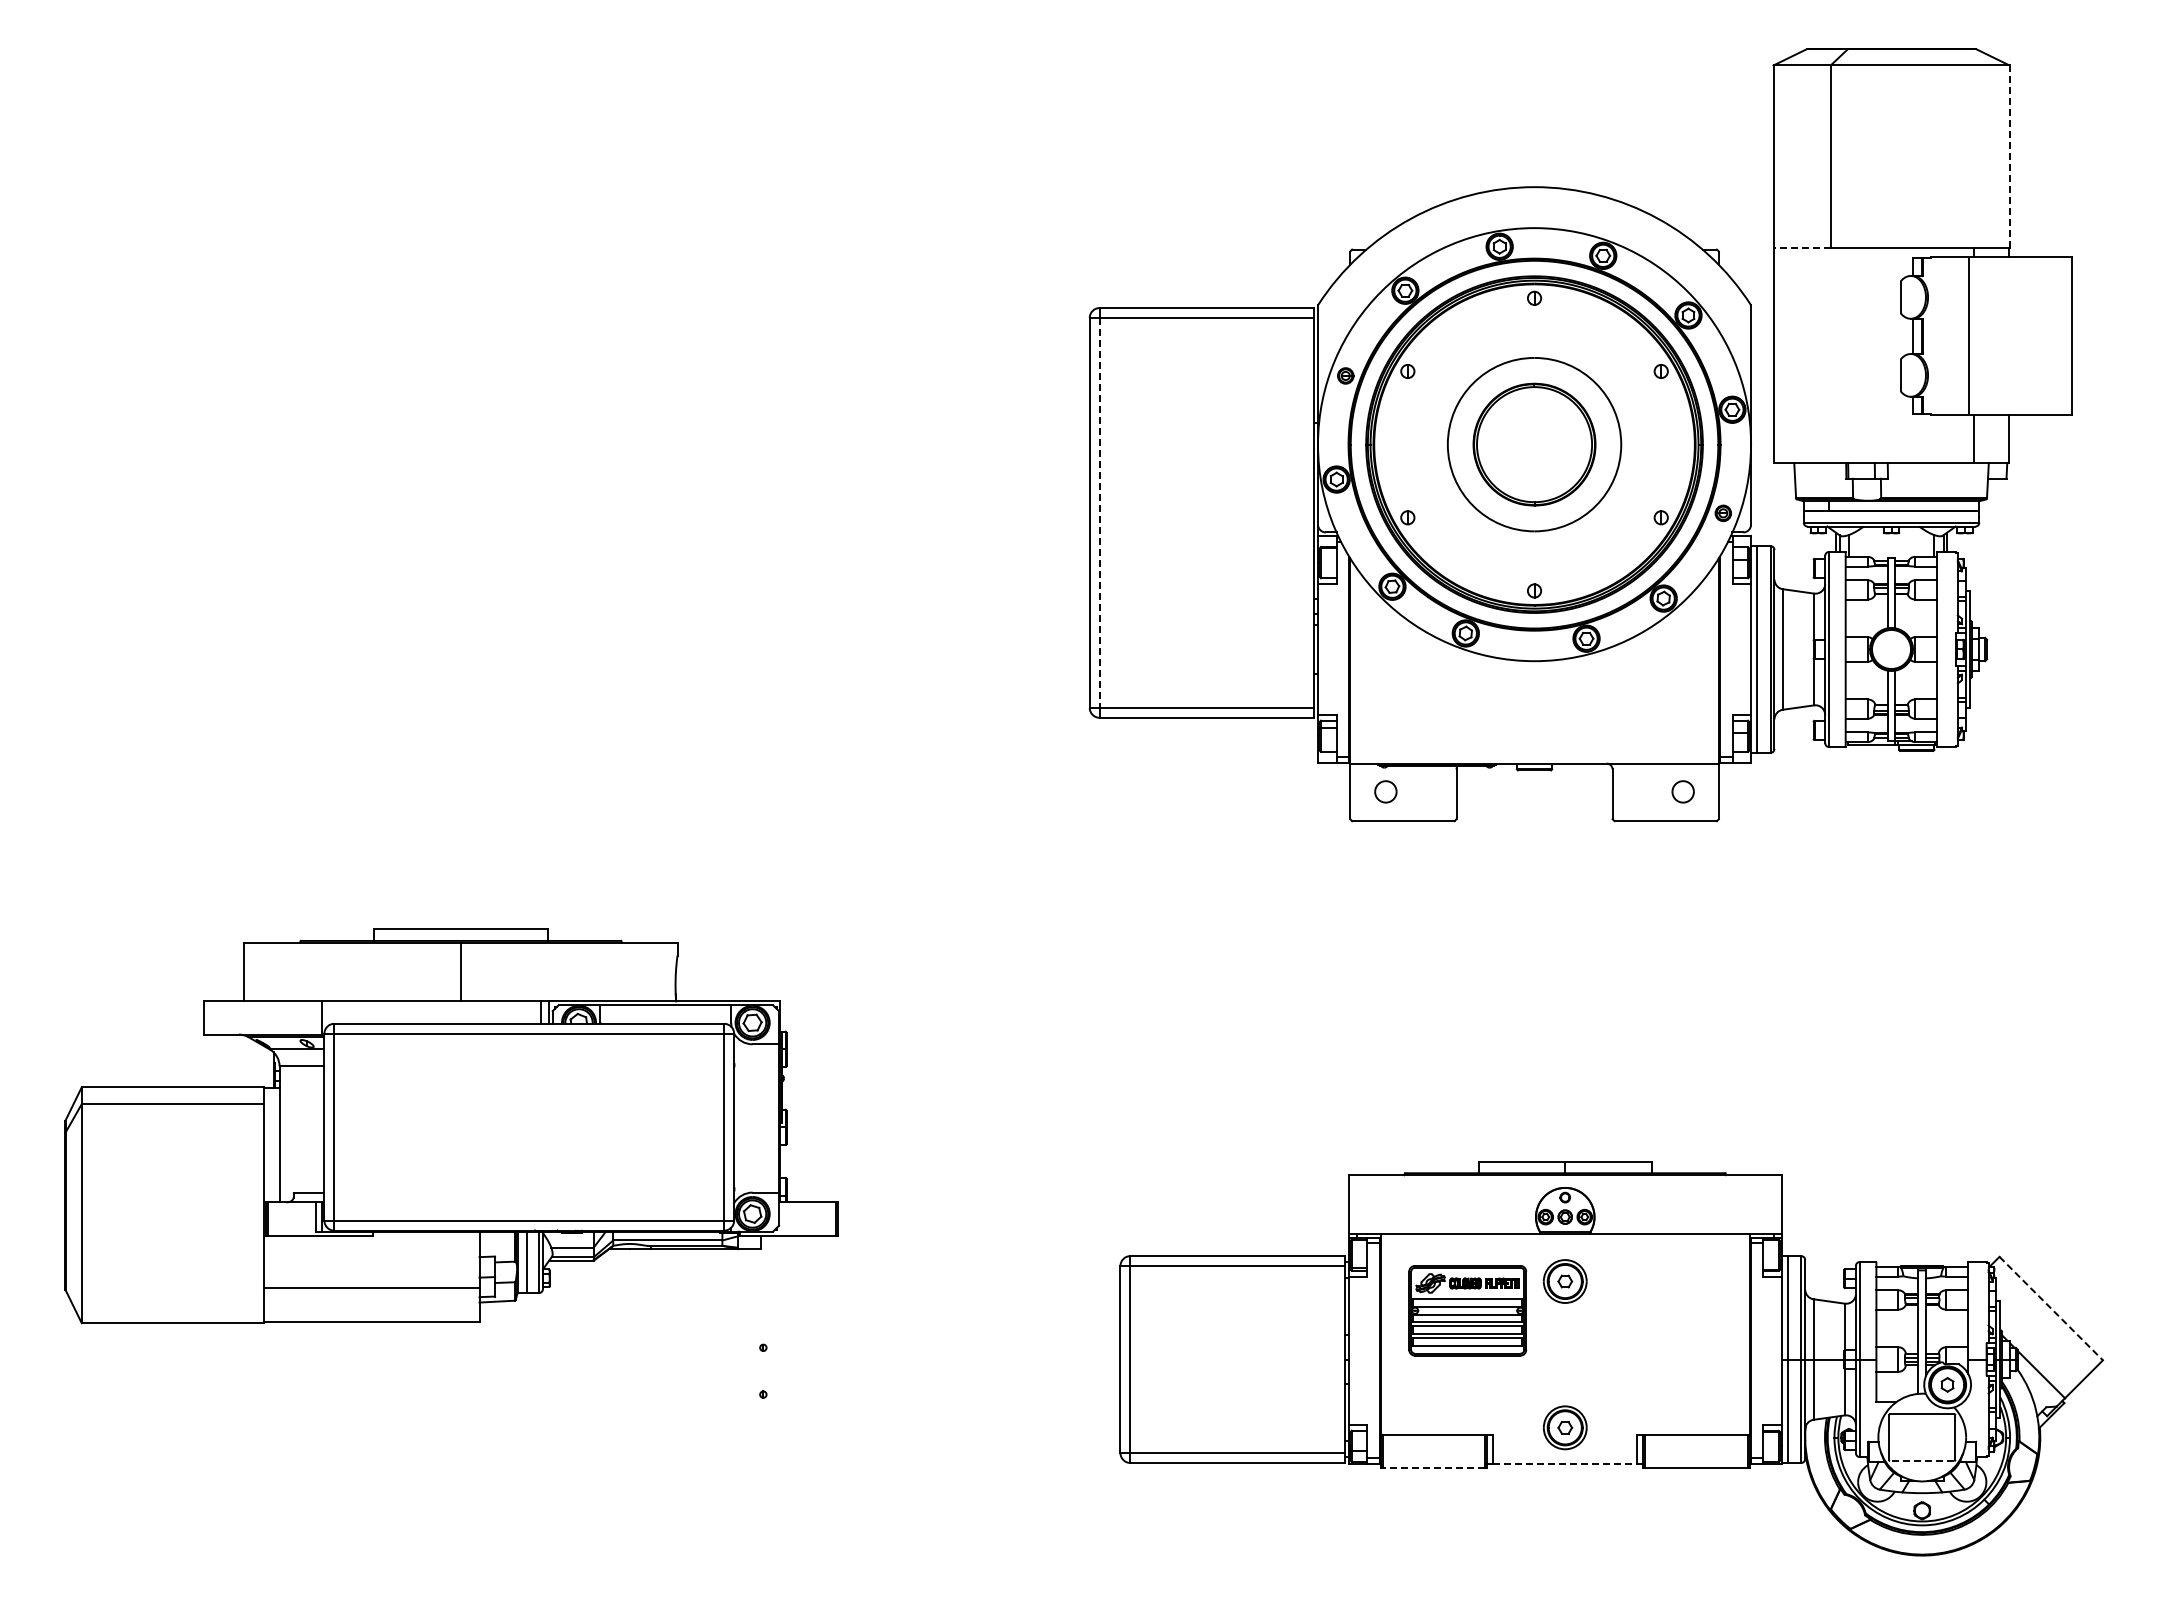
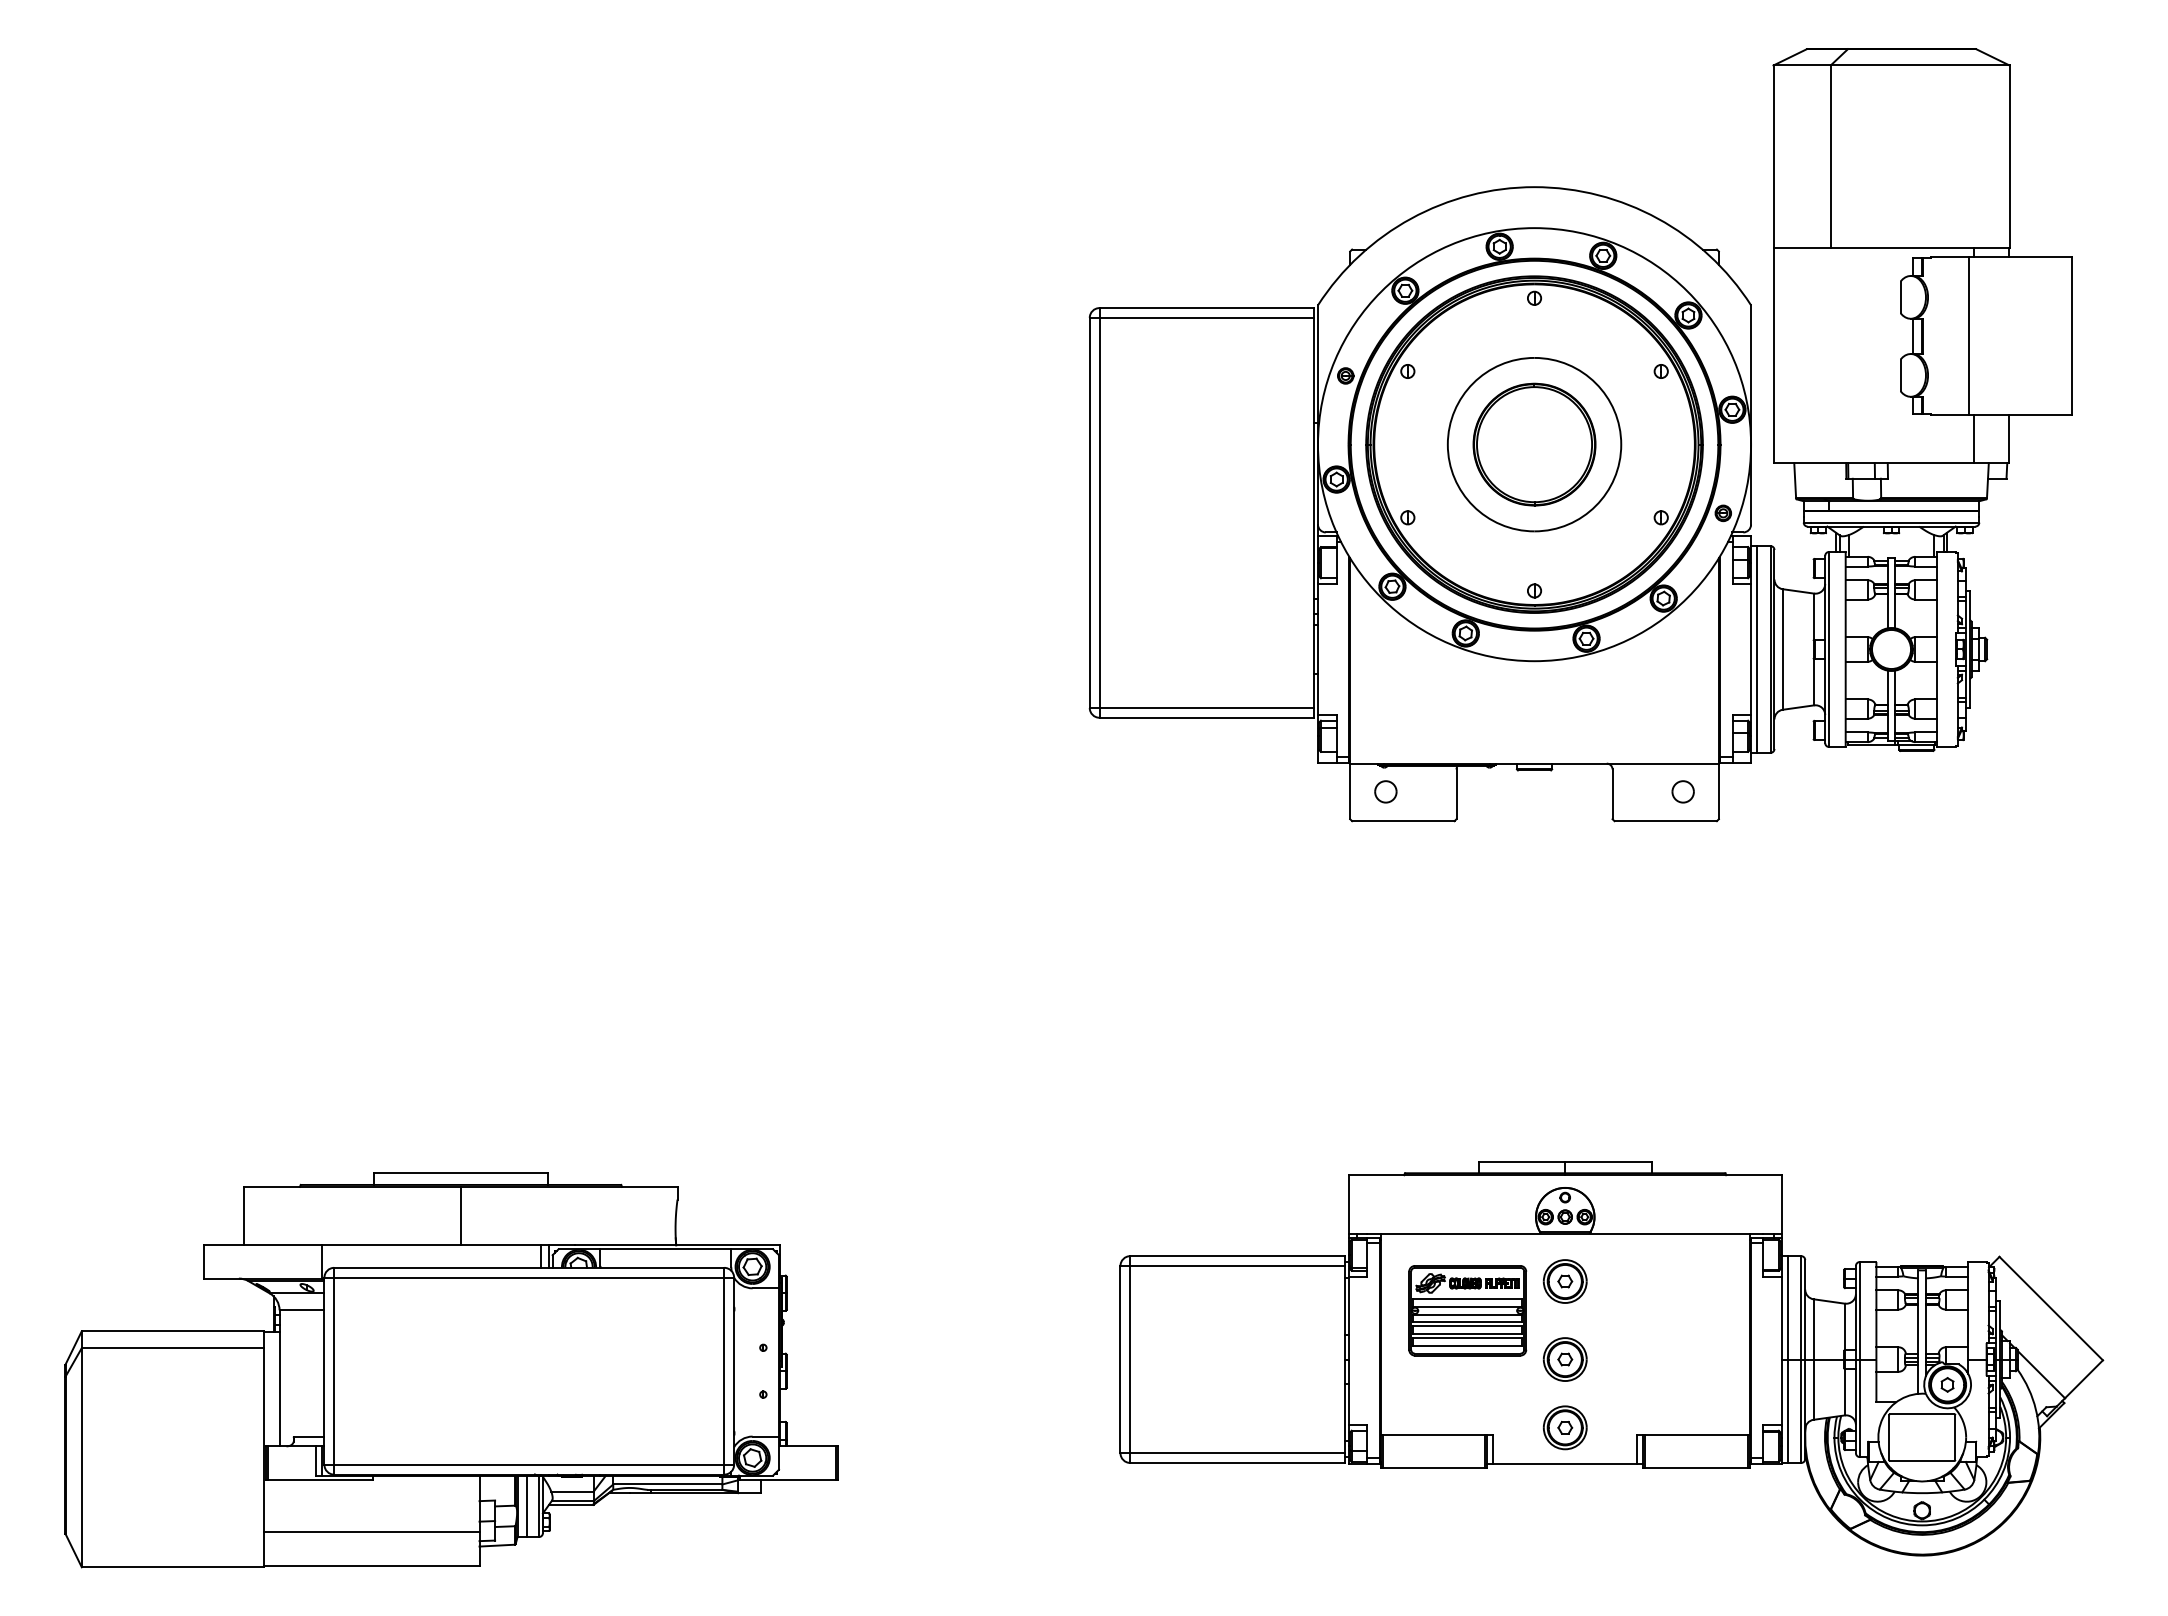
line at (2009, 156): dashed -> solid
line at (1802, 247): dashed -> solid
line at (1099, 513): dashed -> solid
part at (451, 1126) position: (451, 1126) -> (451, 1370)
line at (2051, 1308): dashed -> solid
part at (1564, 1359): none -> present
line at (1921, 1461): dashed -> solid
line at (1565, 1463): dashed -> solid
line at (1433, 1467): dashed -> solid
